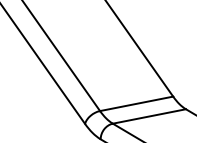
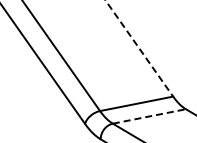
line at (139, 48): solid -> dashed
line at (149, 116): solid -> dashed
